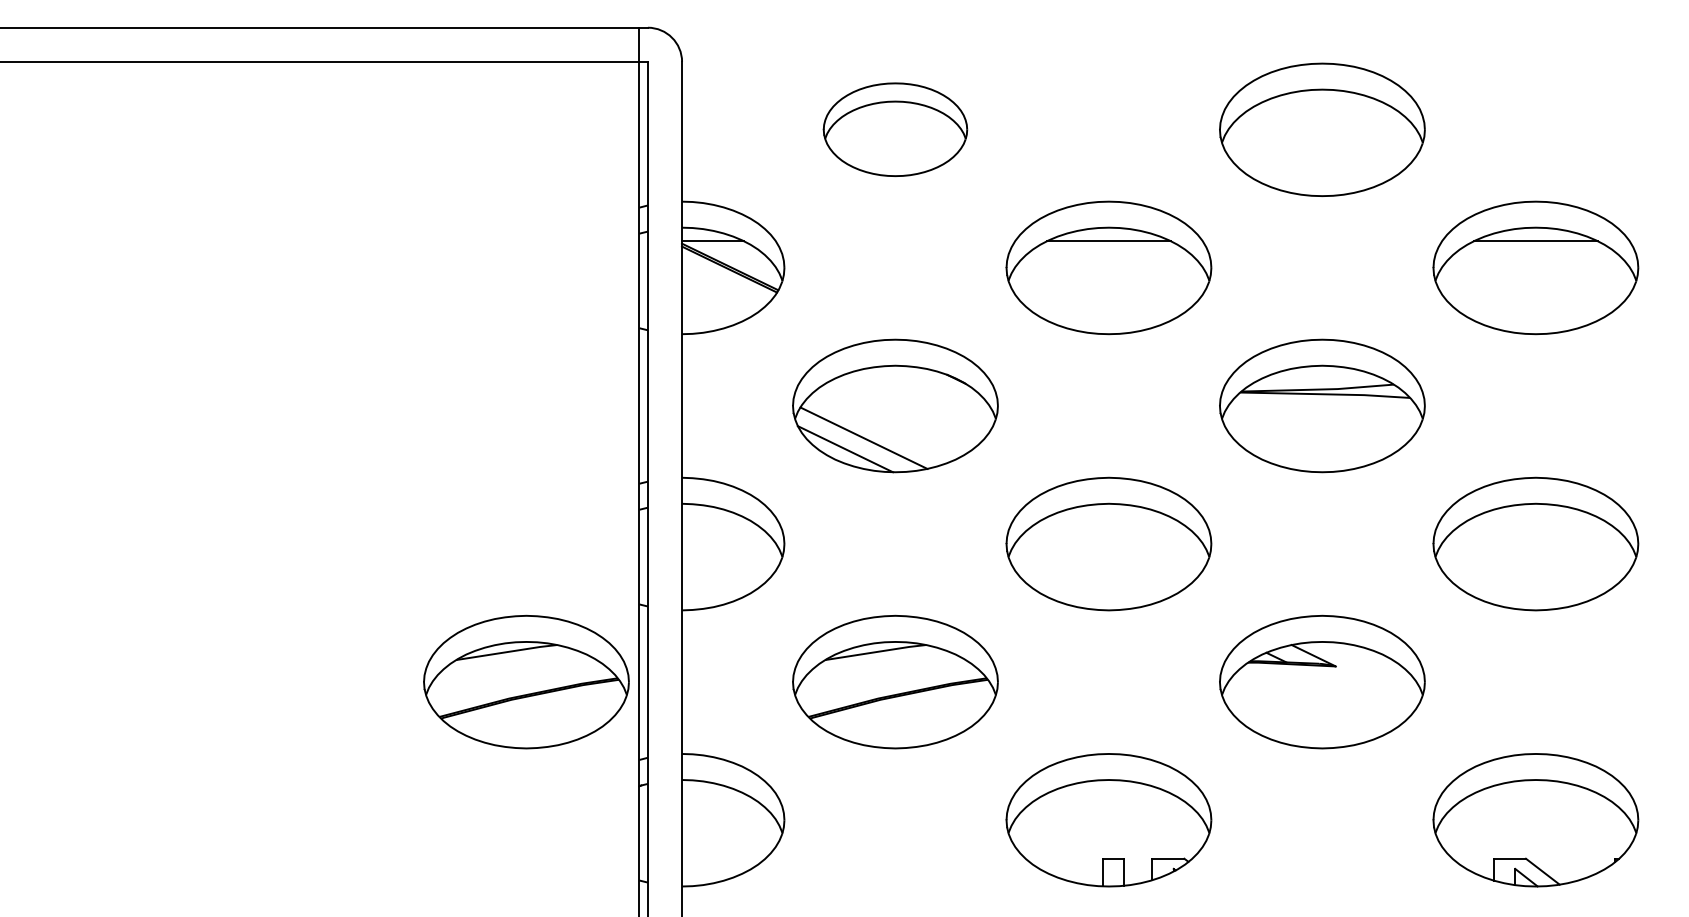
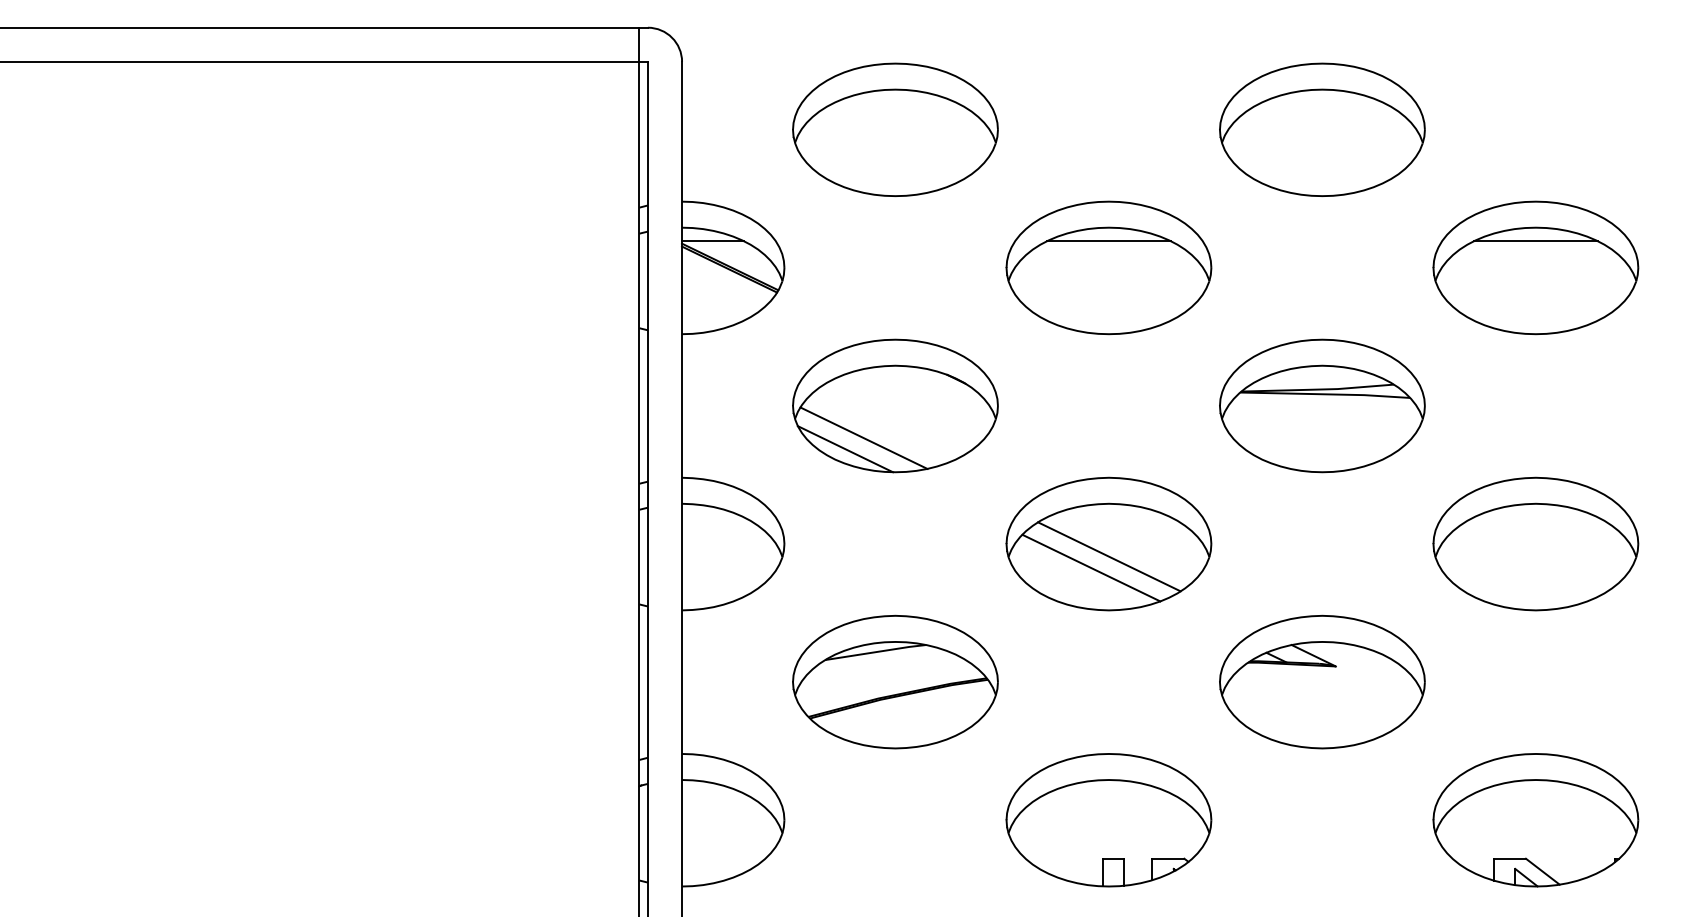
part at (895, 129) size: 147x95 px -> 207x135 px
line at (1109, 556): none -> present
line at (1091, 567): none -> present
part at (526, 681): present -> none
